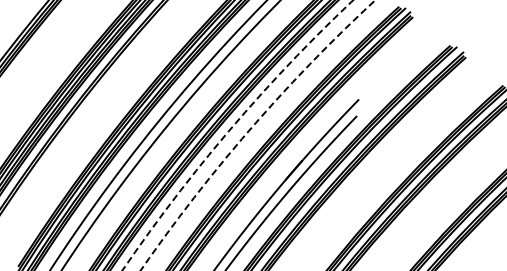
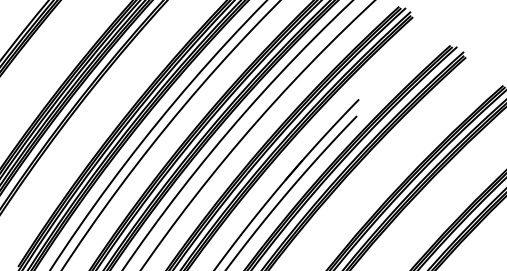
arc at (230, 129): dashed -> solid
arc at (250, 129): dashed -> solid
